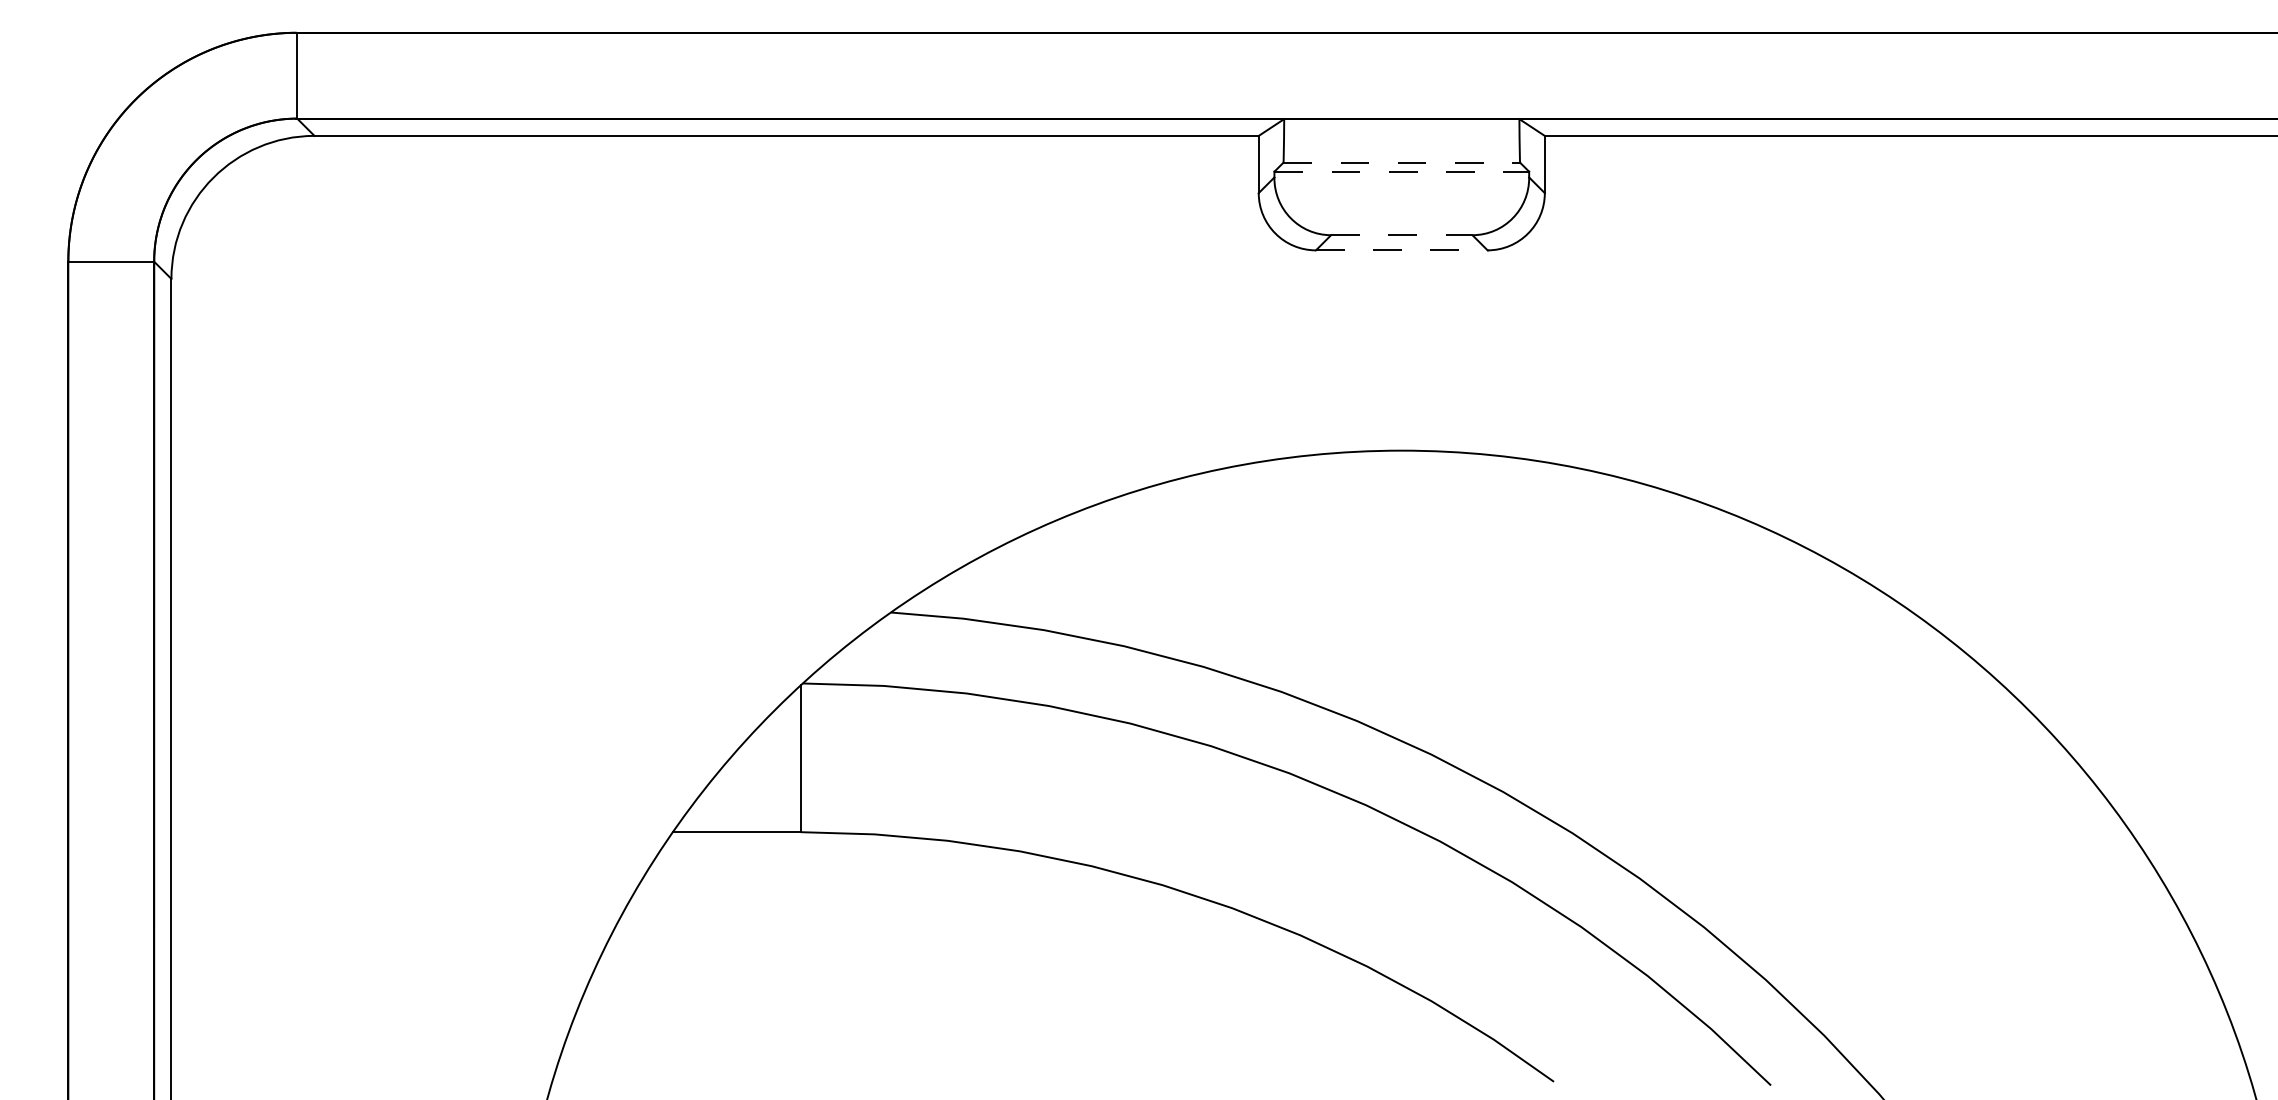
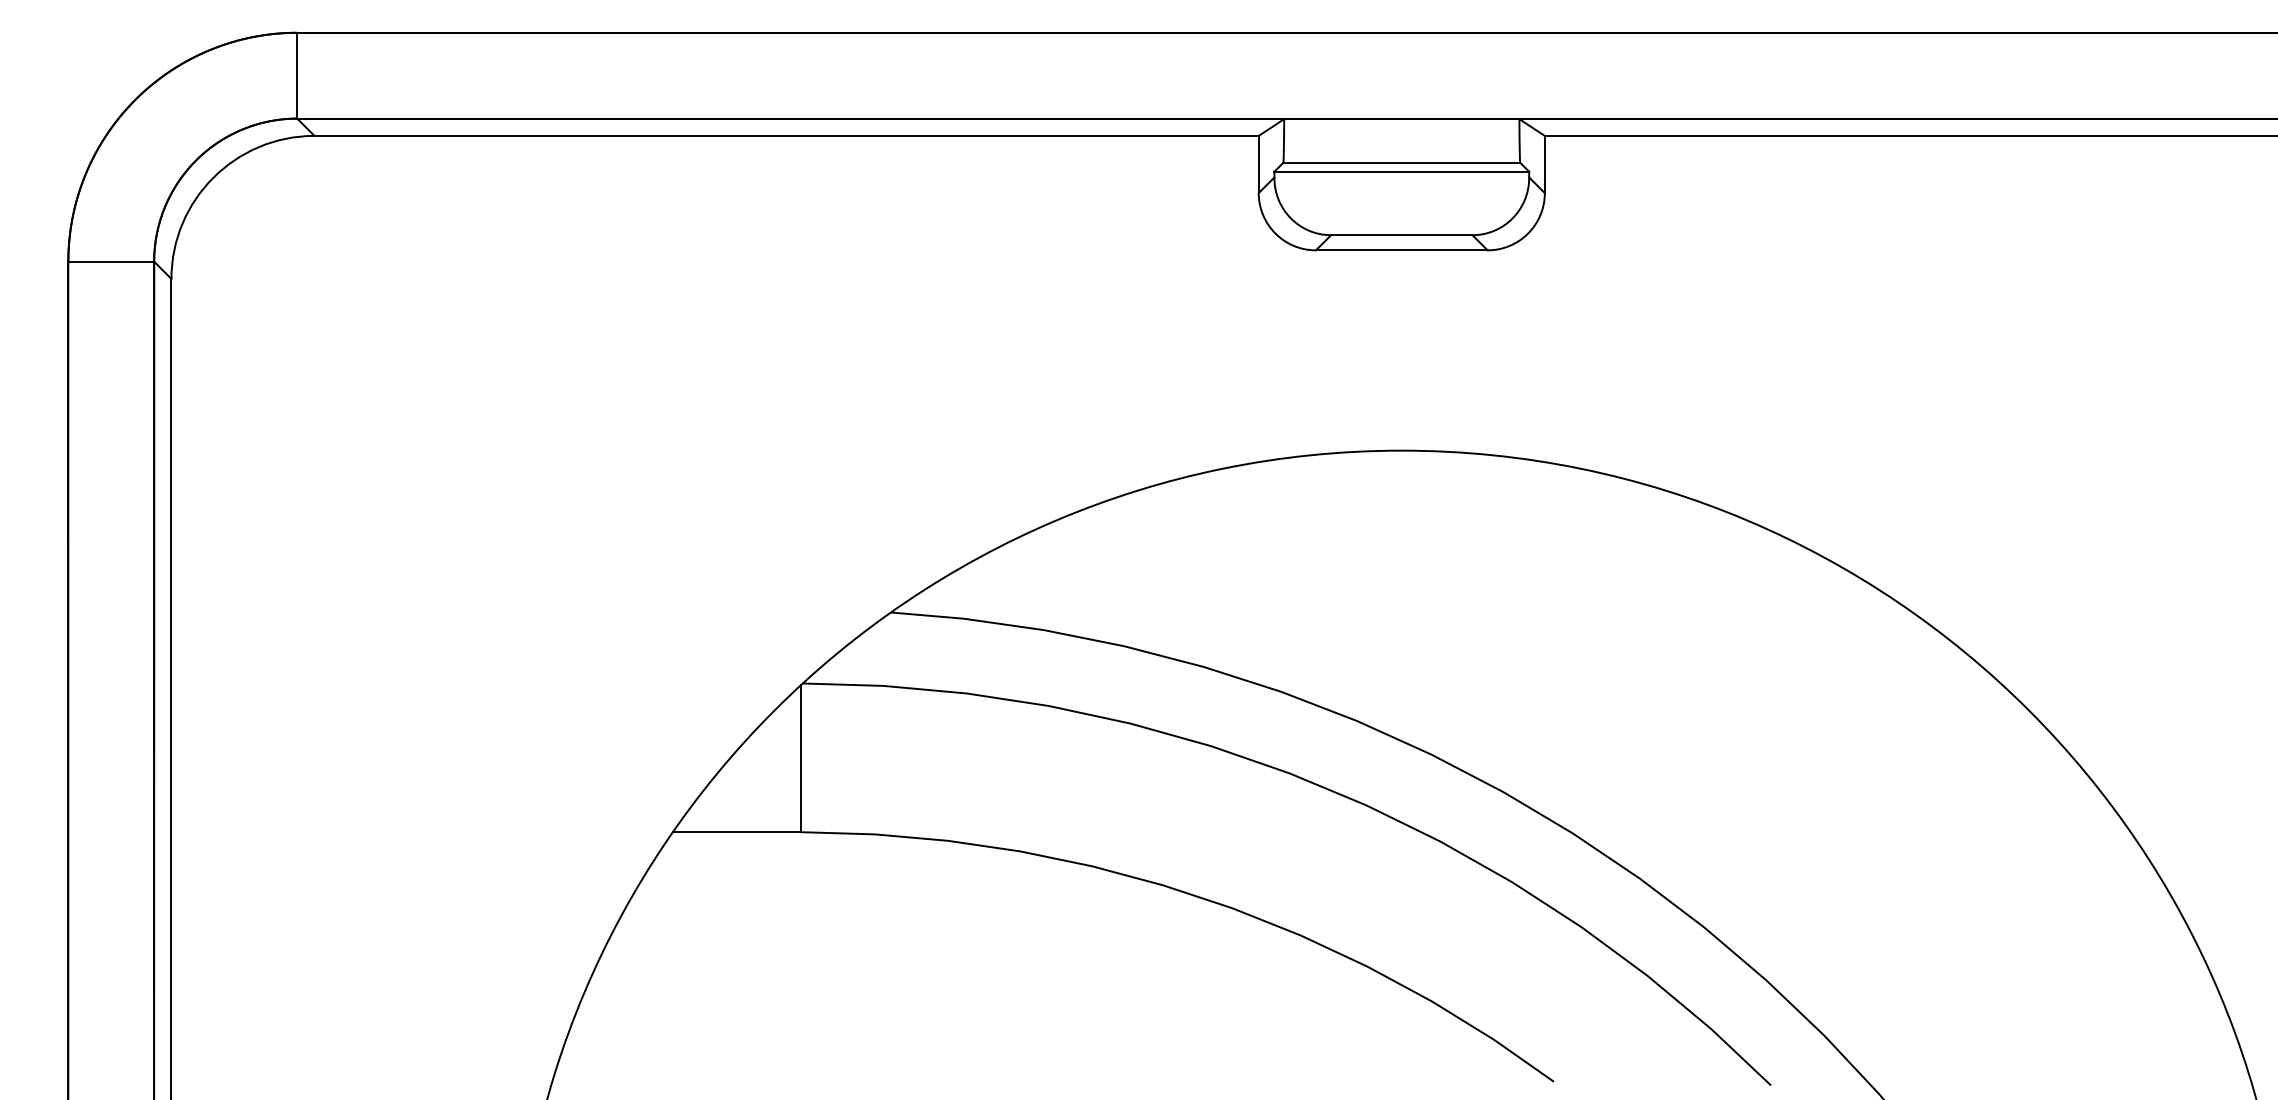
line at (1402, 162): dashed -> solid
line at (1402, 171): dashed -> solid
line at (1401, 235): dashed -> solid
line at (1401, 250): dashed -> solid
